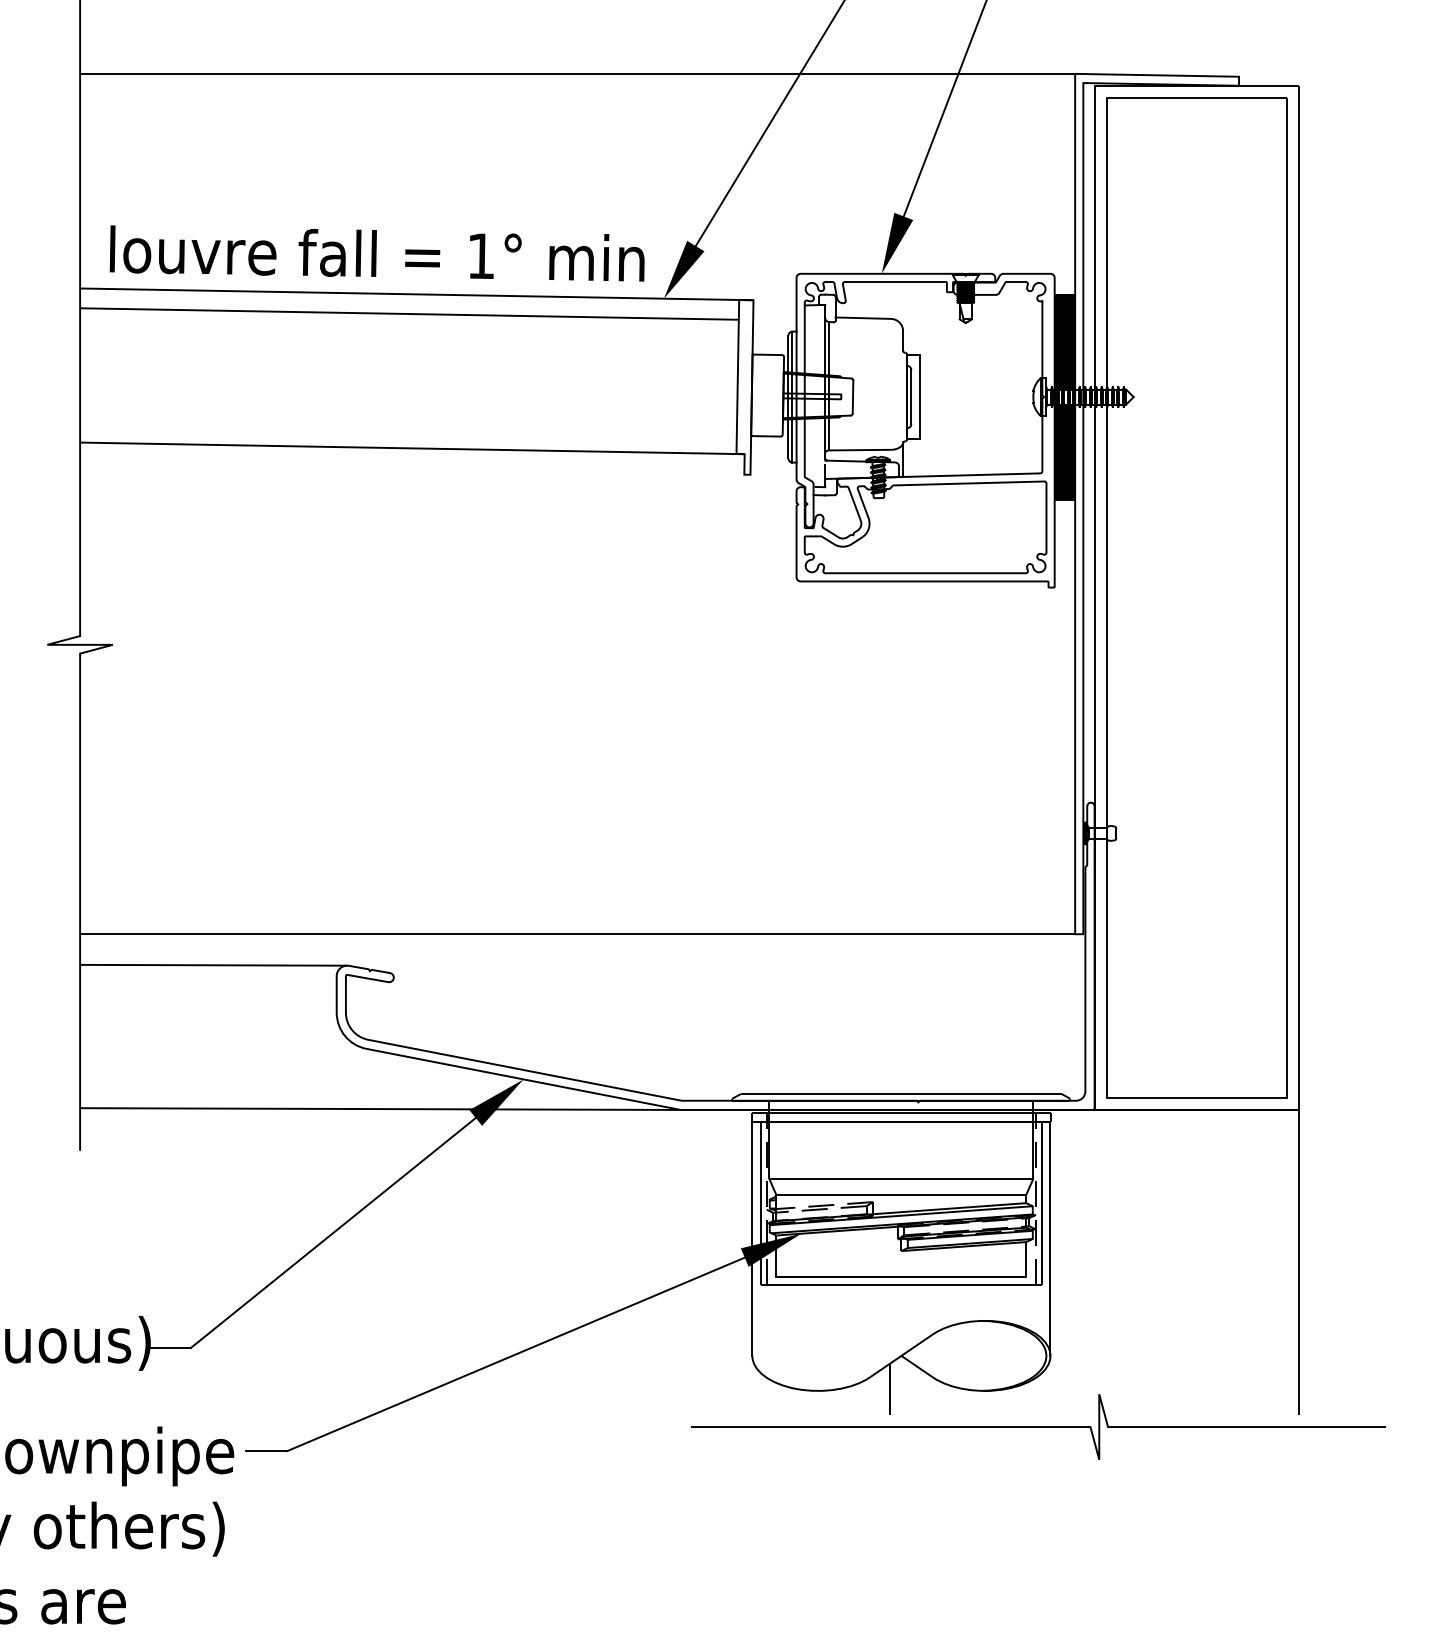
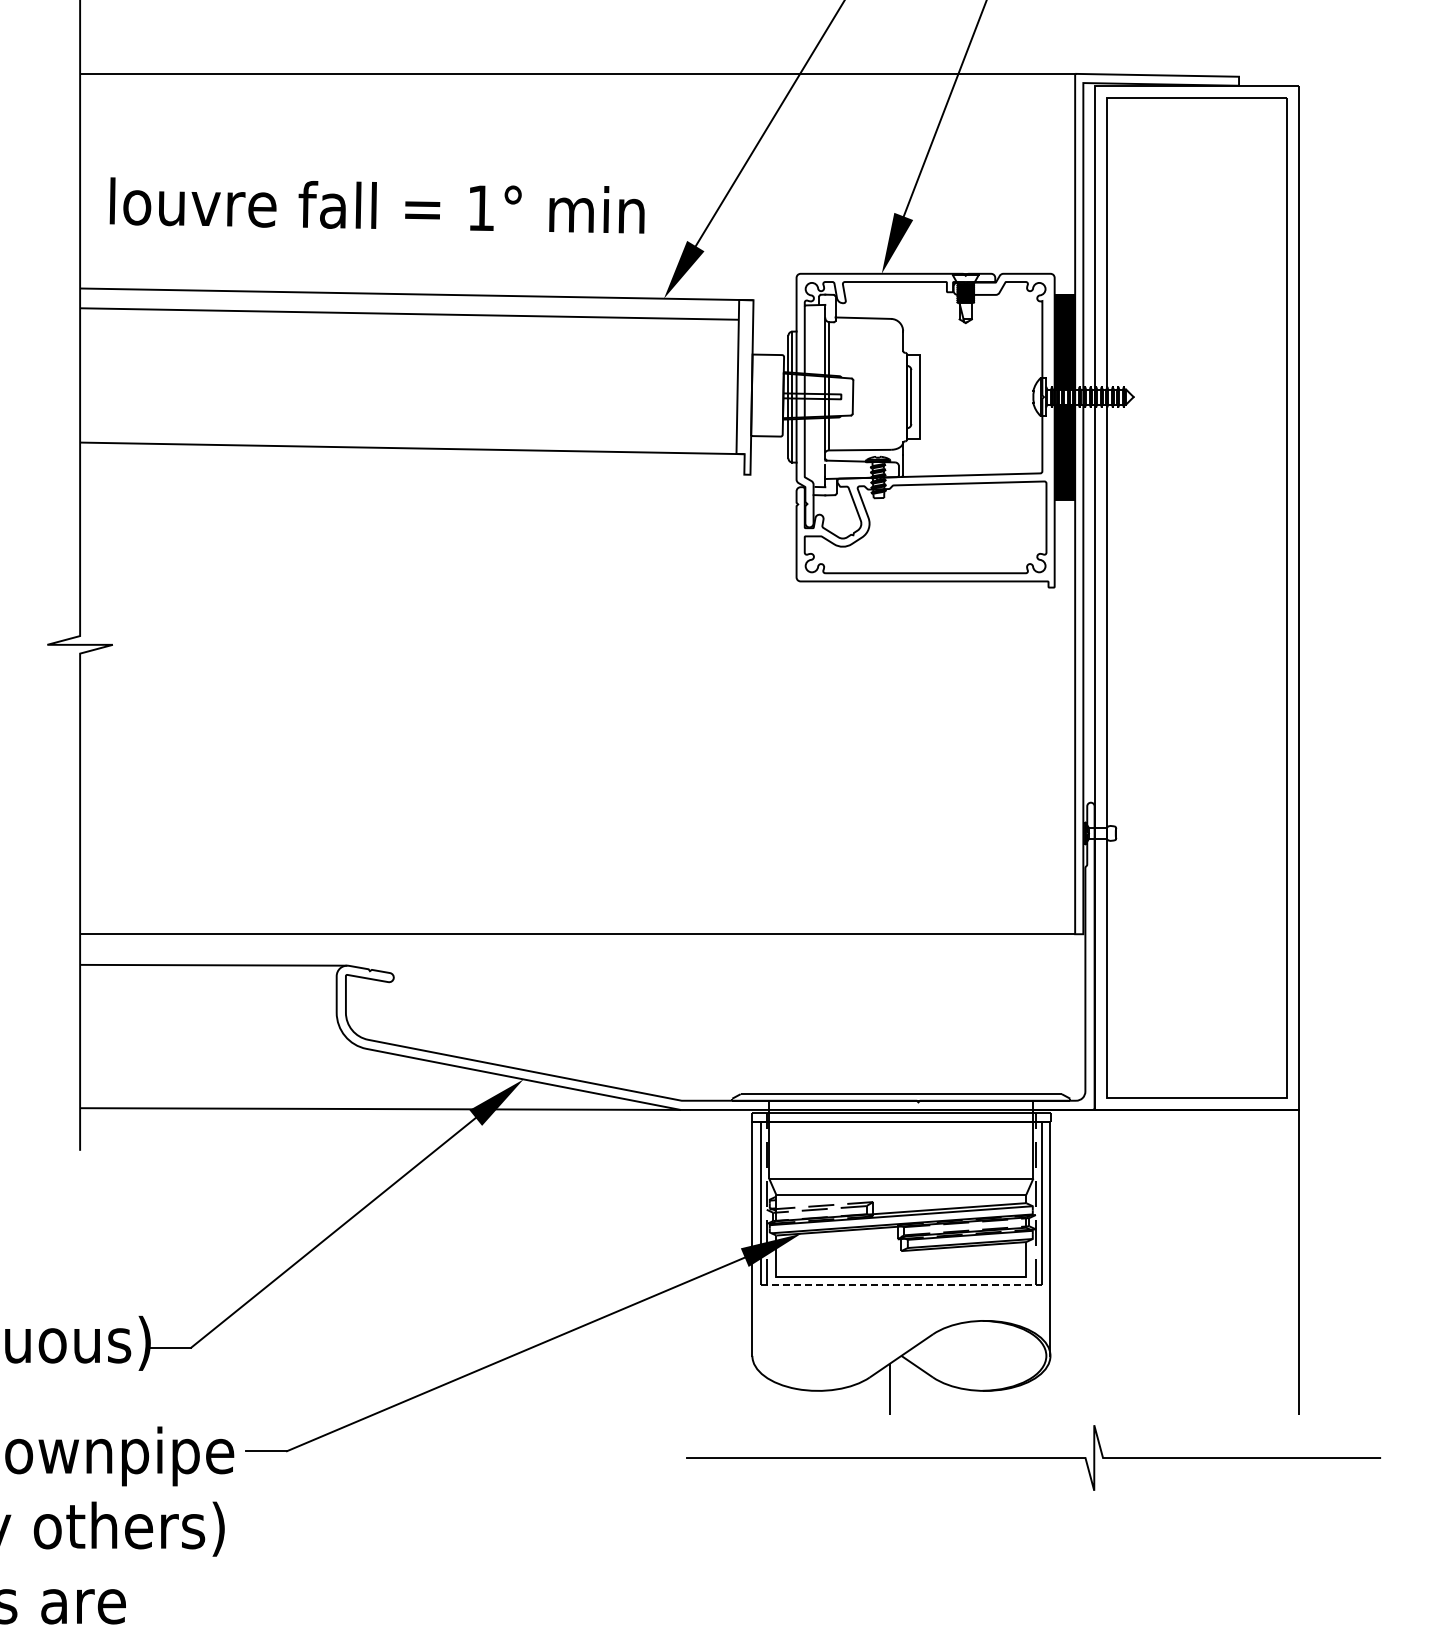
text at (376, 253) position: (376, 253) -> (376, 205)
line at (901, 1285): solid -> dashed
curve at (1038, 1426) position: (1038, 1426) -> (1033, 1457)
